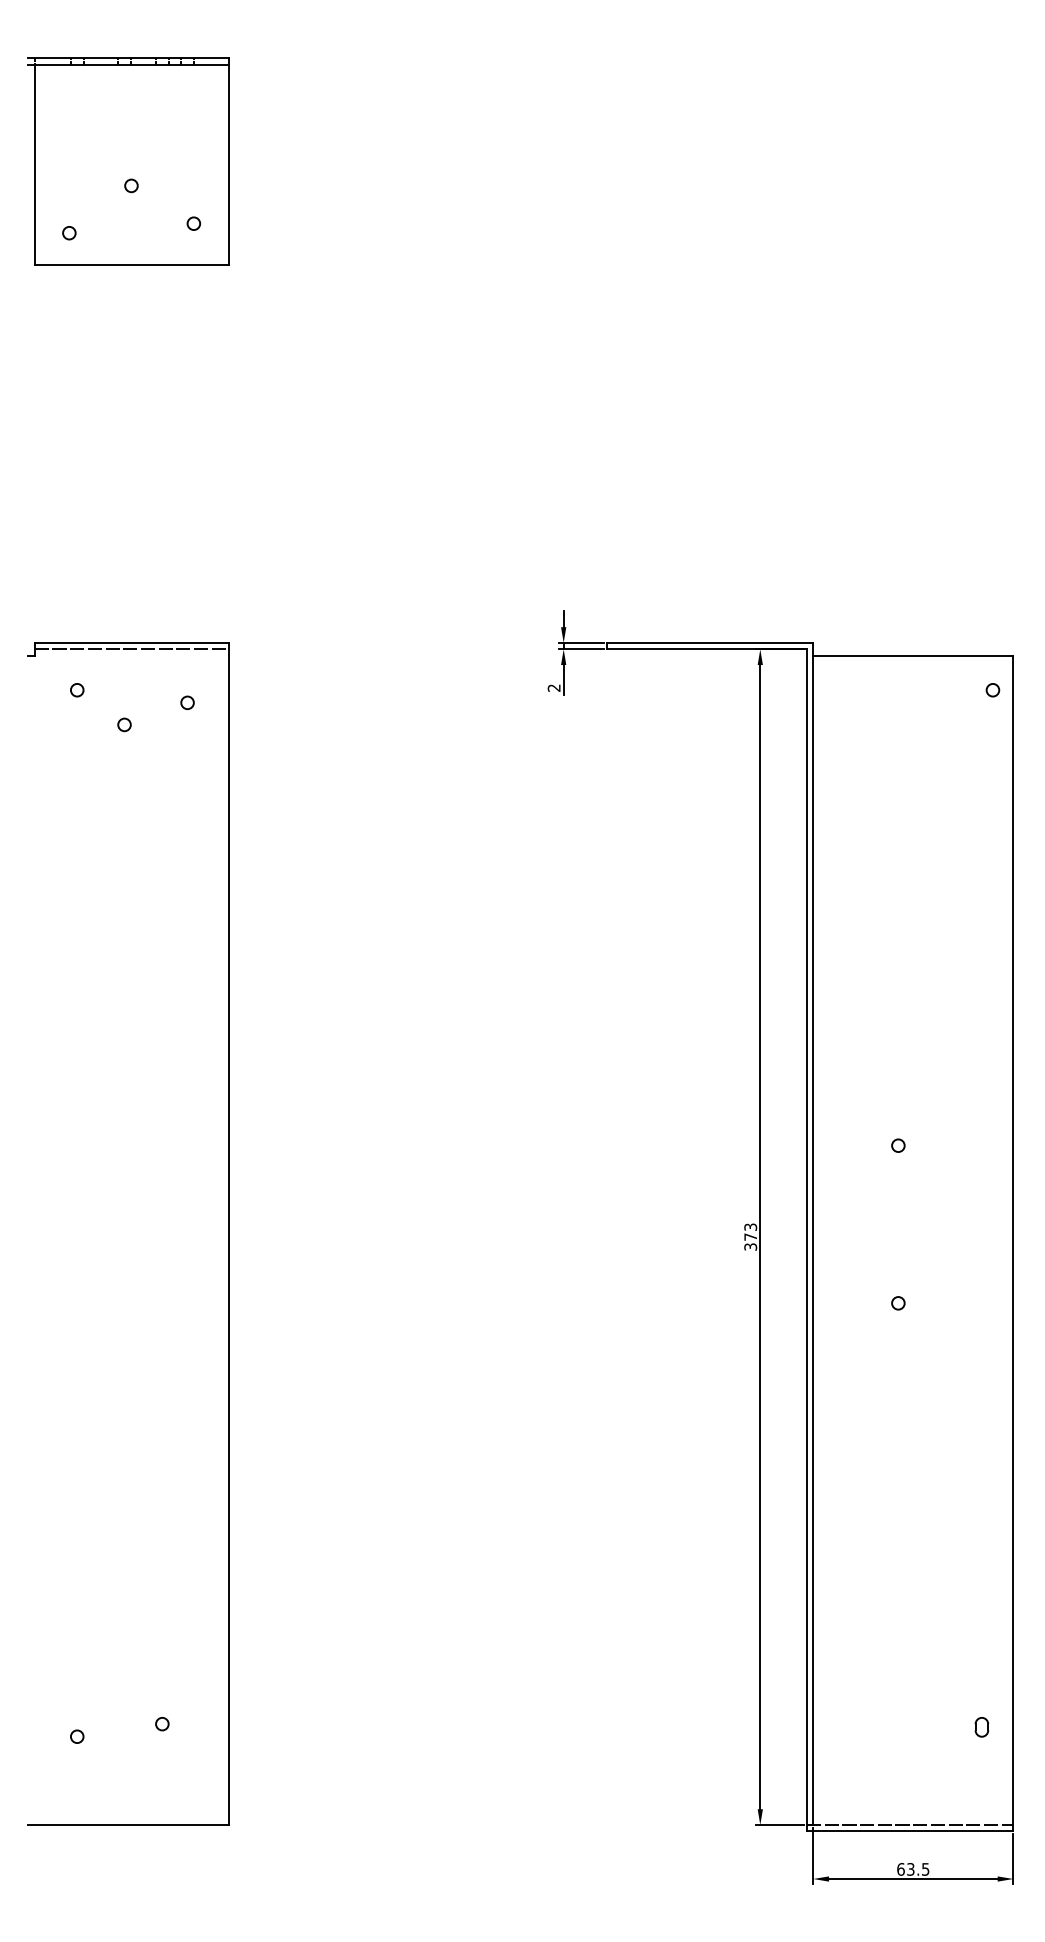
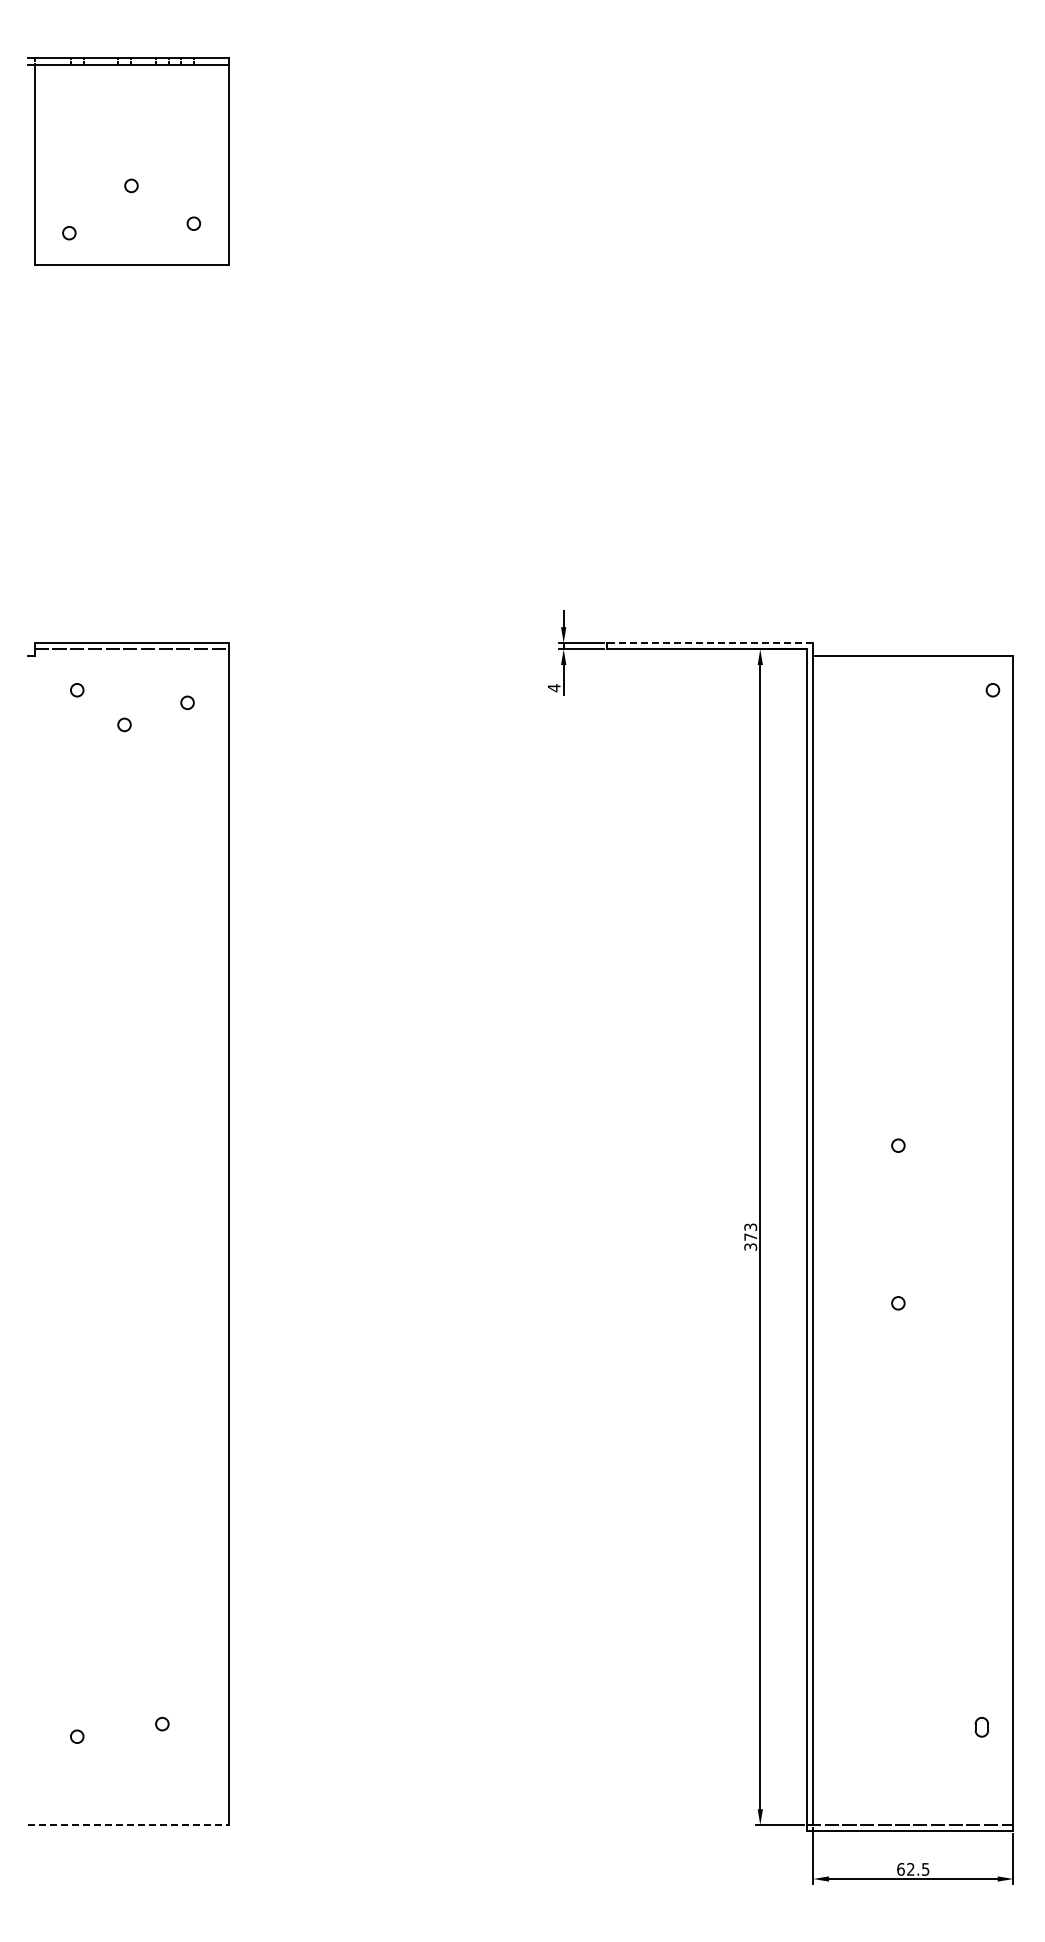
line at (709, 642): solid -> dashed
text at (553, 688): 2 -> 4
line at (128, 1825): solid -> dashed
text at (910, 1869): 63.5 -> 62.5
